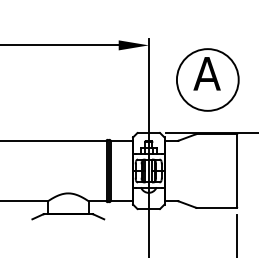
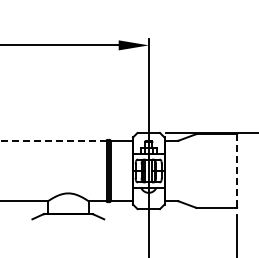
part at (207, 79): present -> none
line at (53, 140): solid -> dashed
line at (237, 170): solid -> dashed
